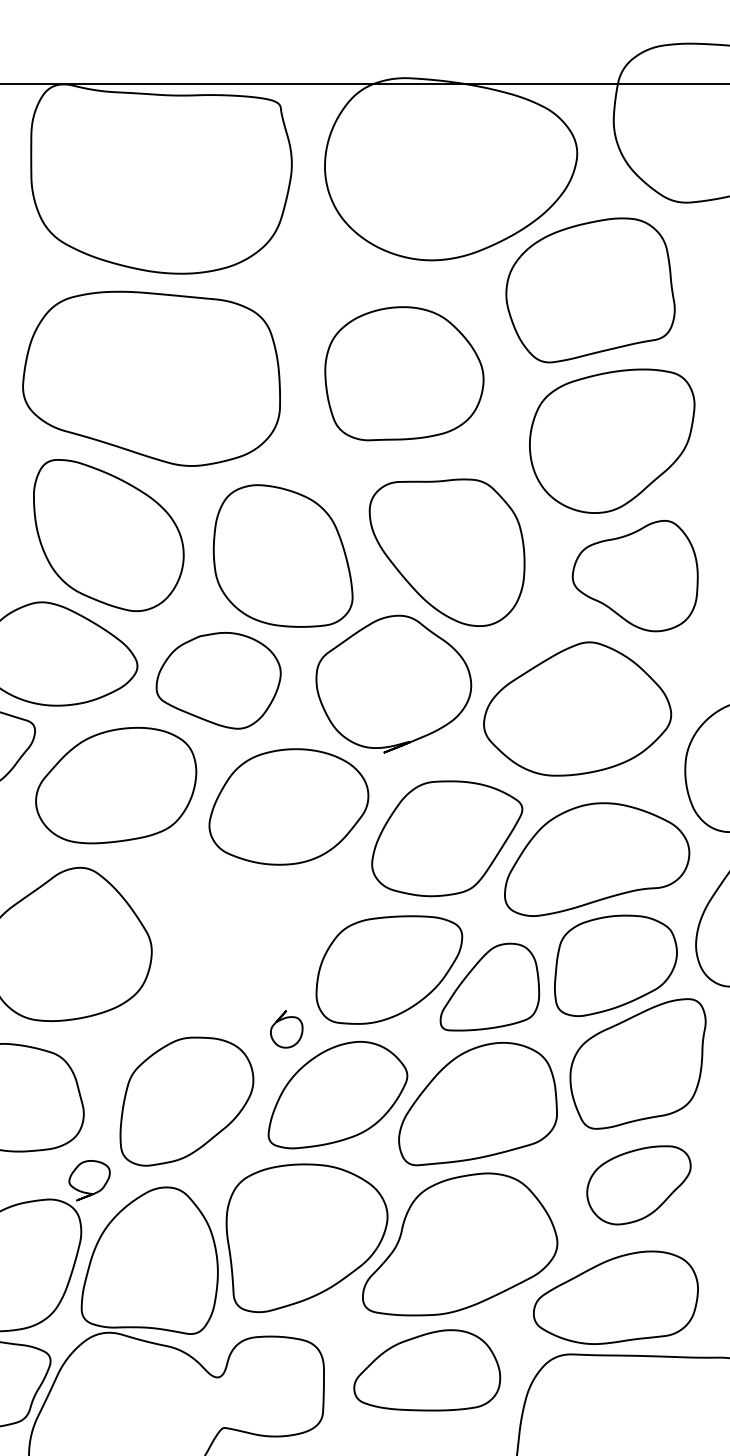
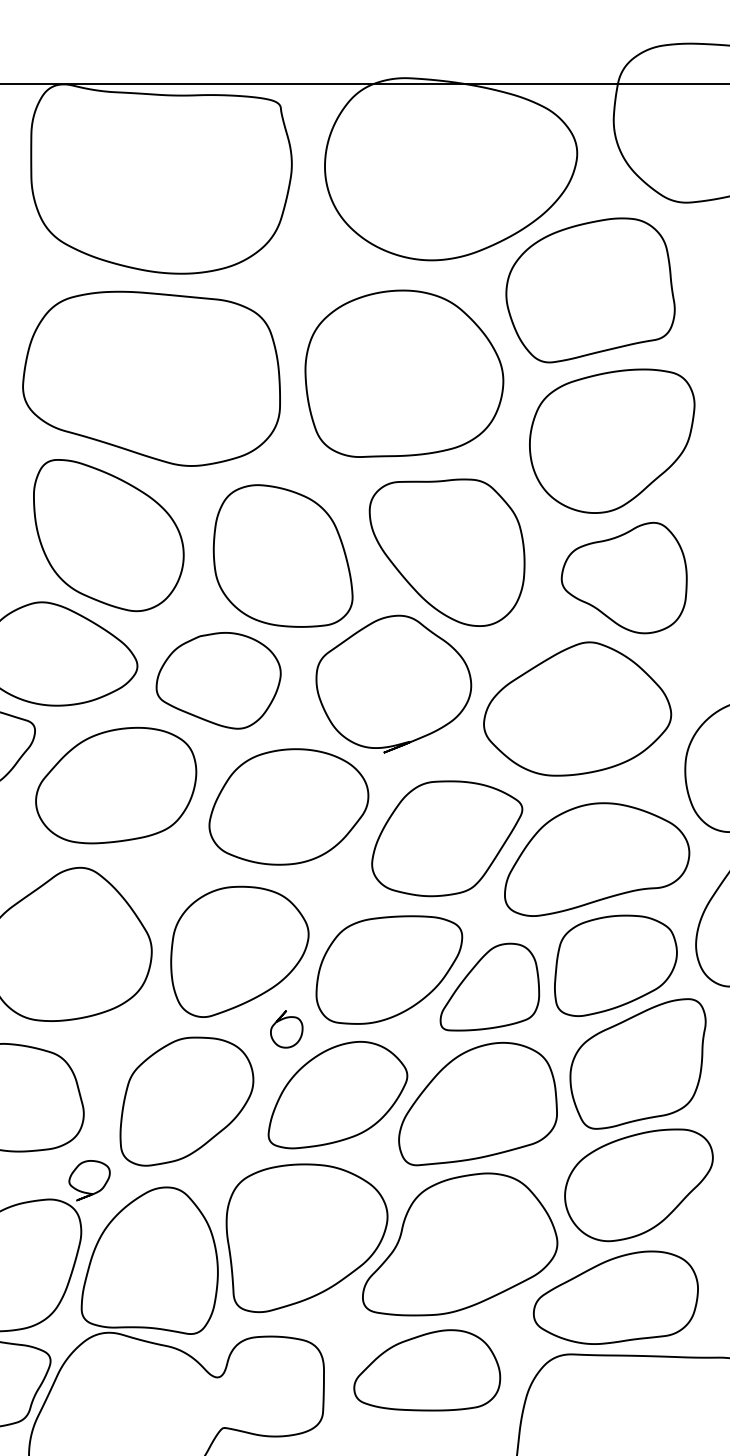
part at (404, 373) size: 161x136 px -> 201x169 px
part at (634, 575) position: (634, 575) -> (623, 577)
part at (239, 951): none -> present
part at (638, 1185) size: 106x81 px -> 150x115 px
